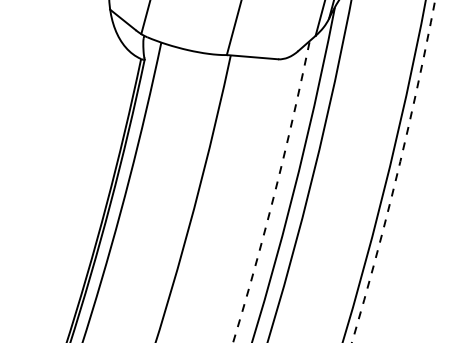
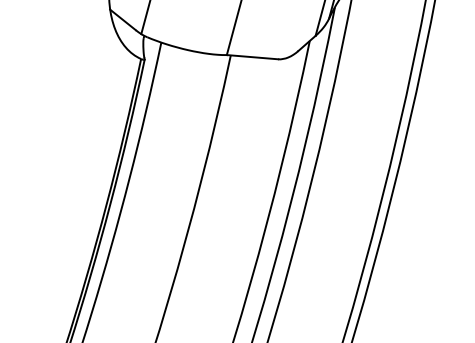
arc at (397, 172): dashed -> solid
arc at (274, 192): dashed -> solid
